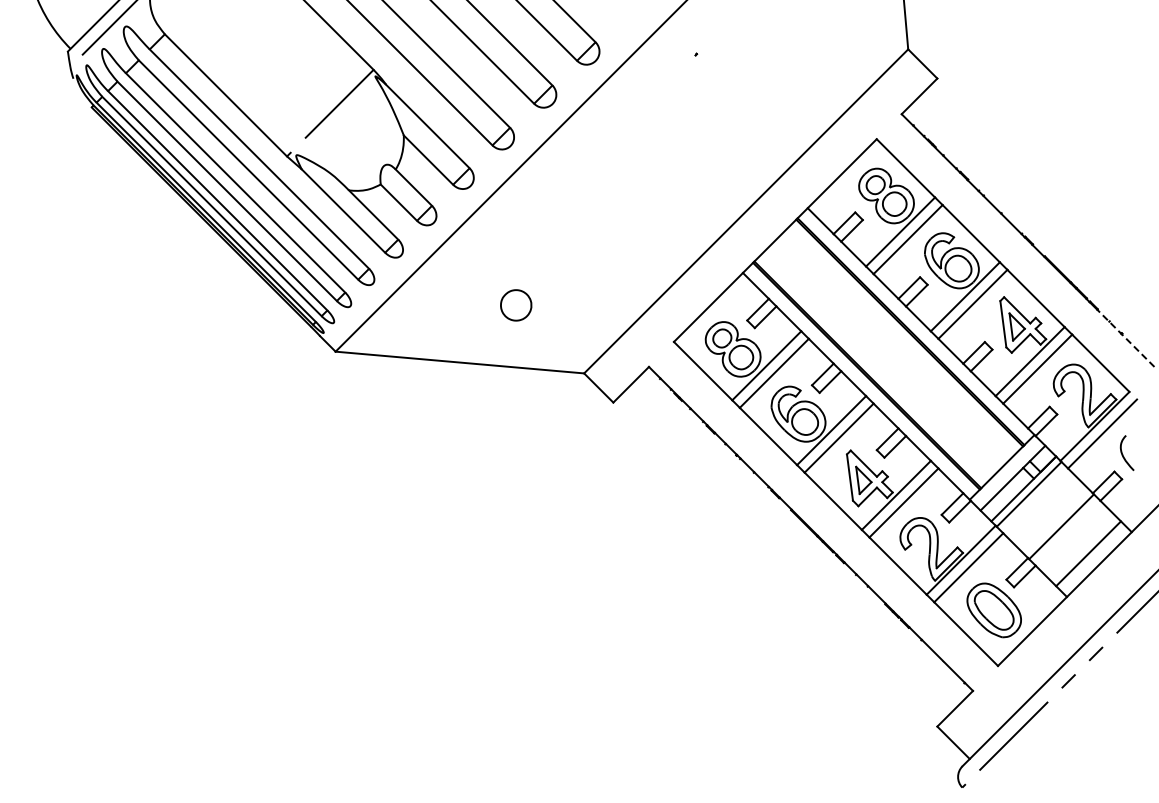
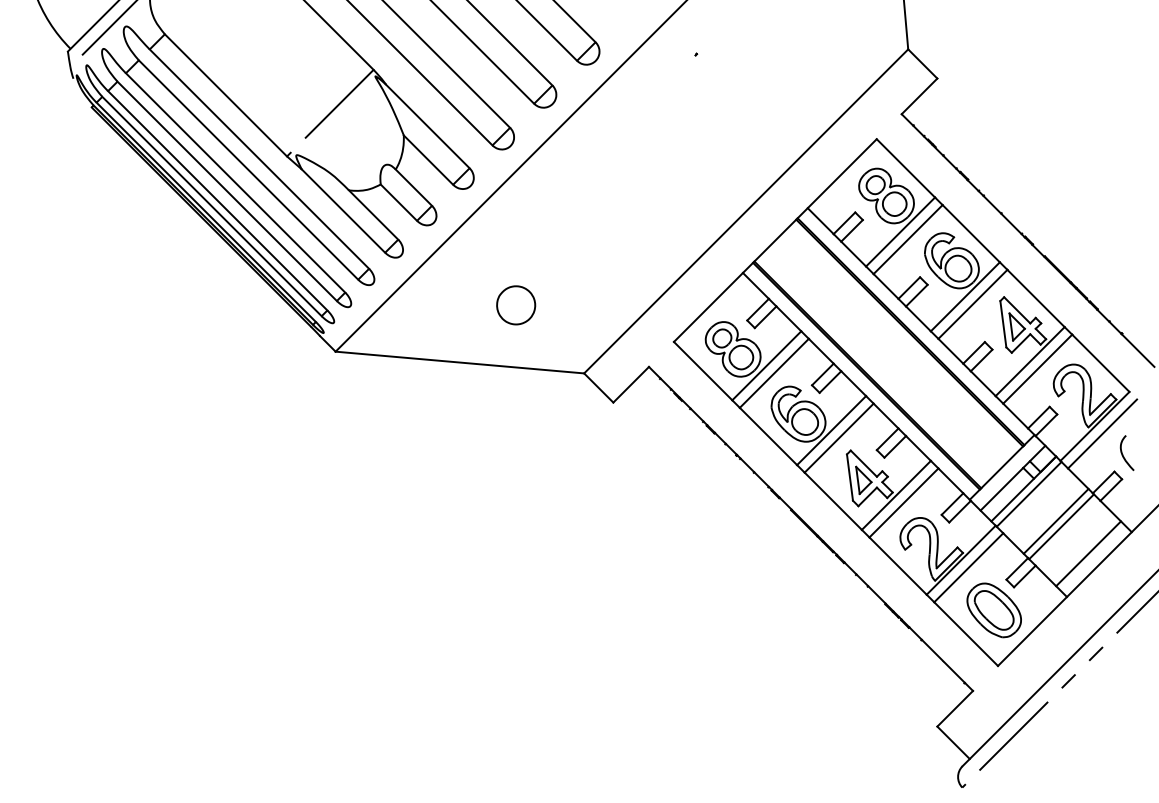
part at (516, 305) size: 33x33 px -> 41x41 px
line at (1125, 337): dashed -> solid
line at (1055, 520): none -> present
